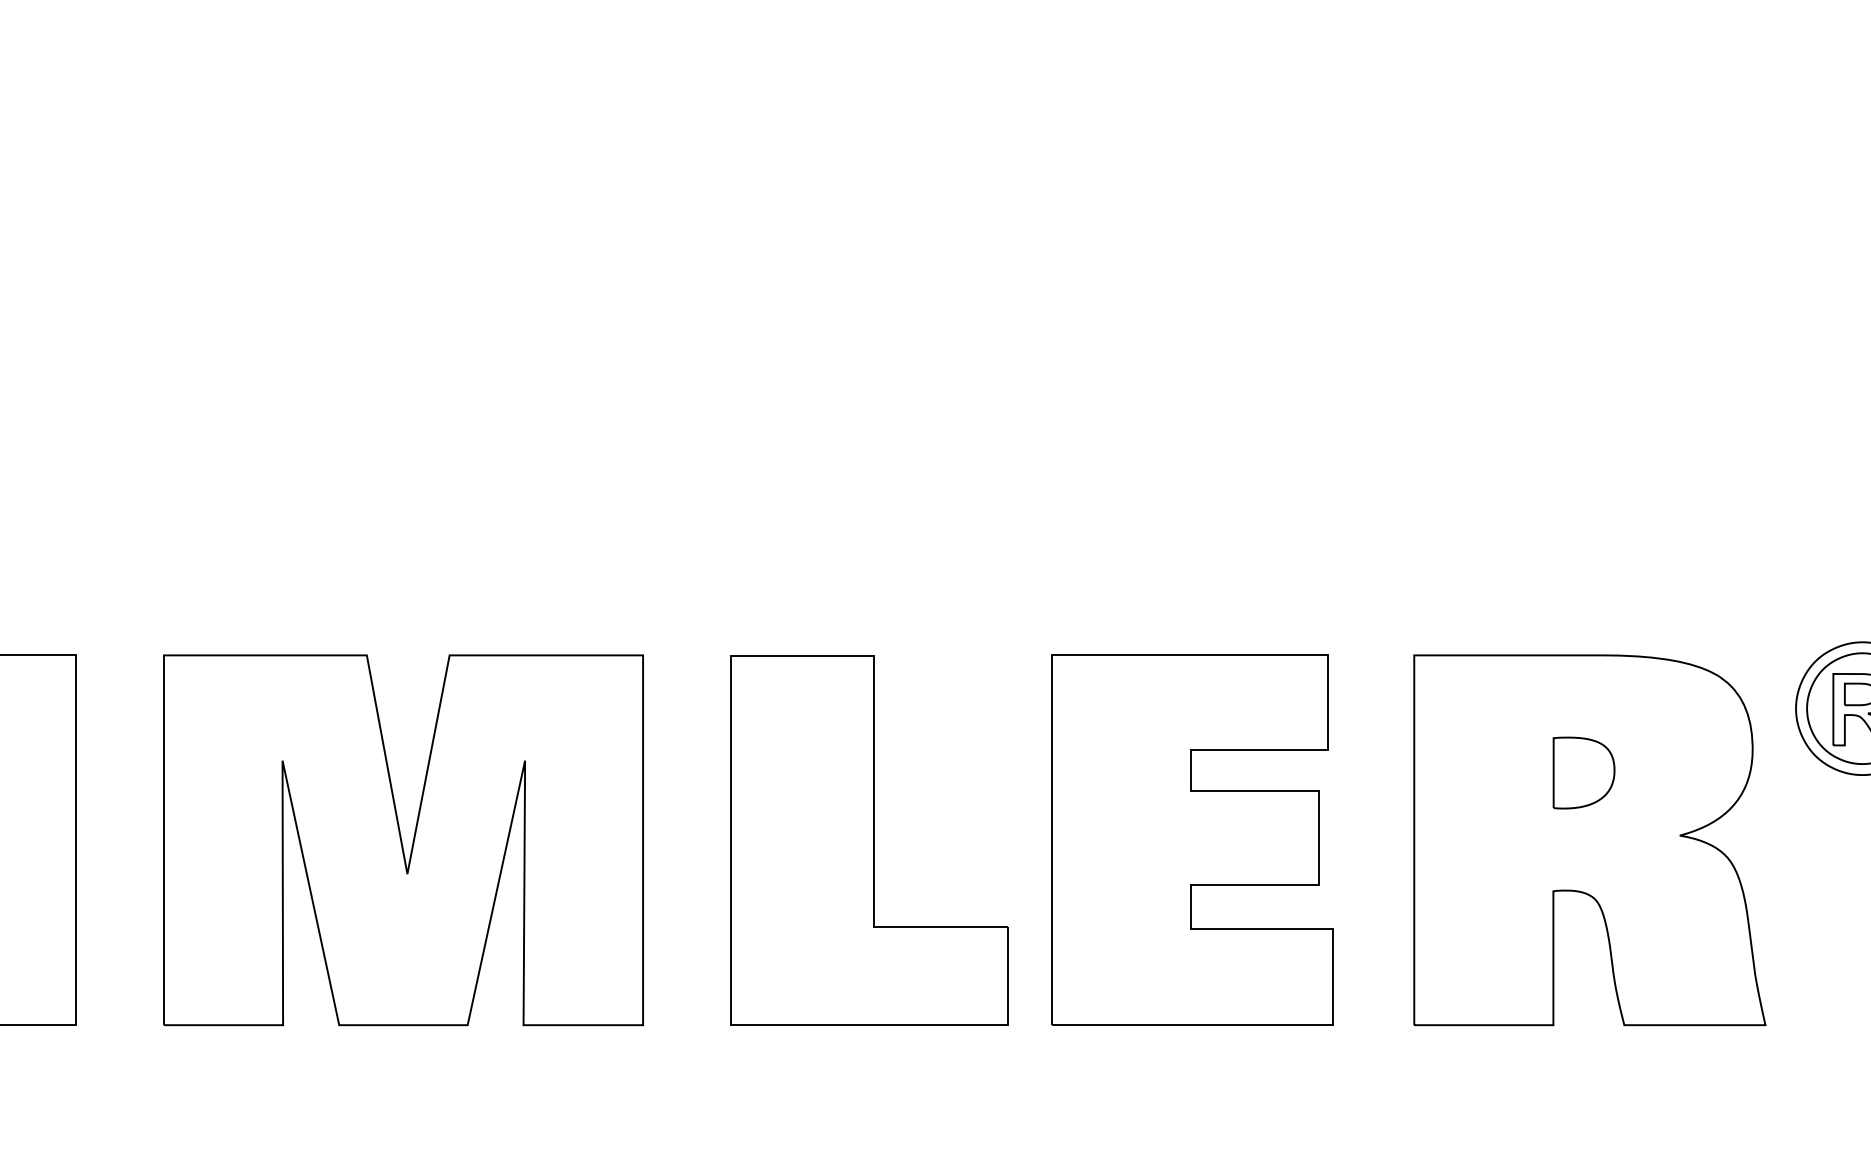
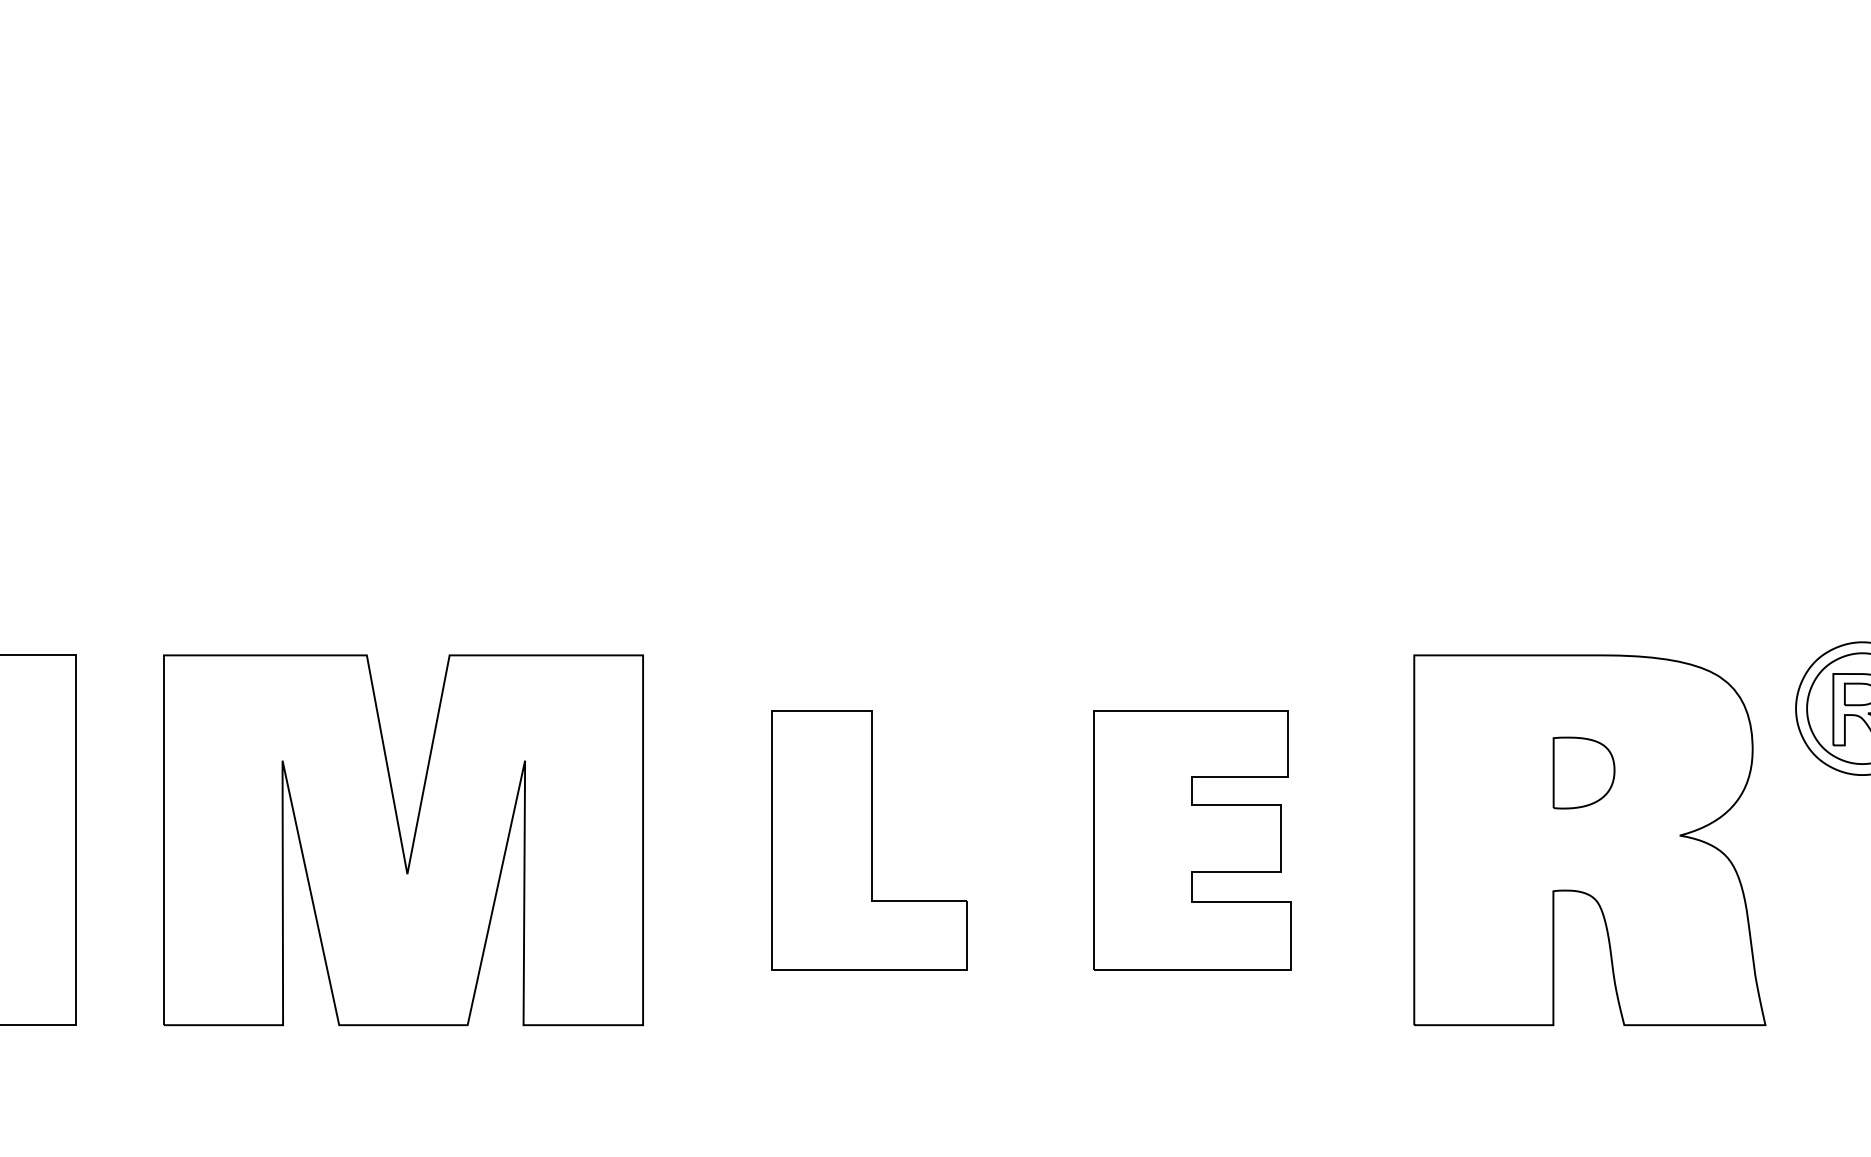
part at (1192, 839) size: 283x372 px -> 199x261 px
part at (869, 840) size: 279x371 px -> 197x261 px
